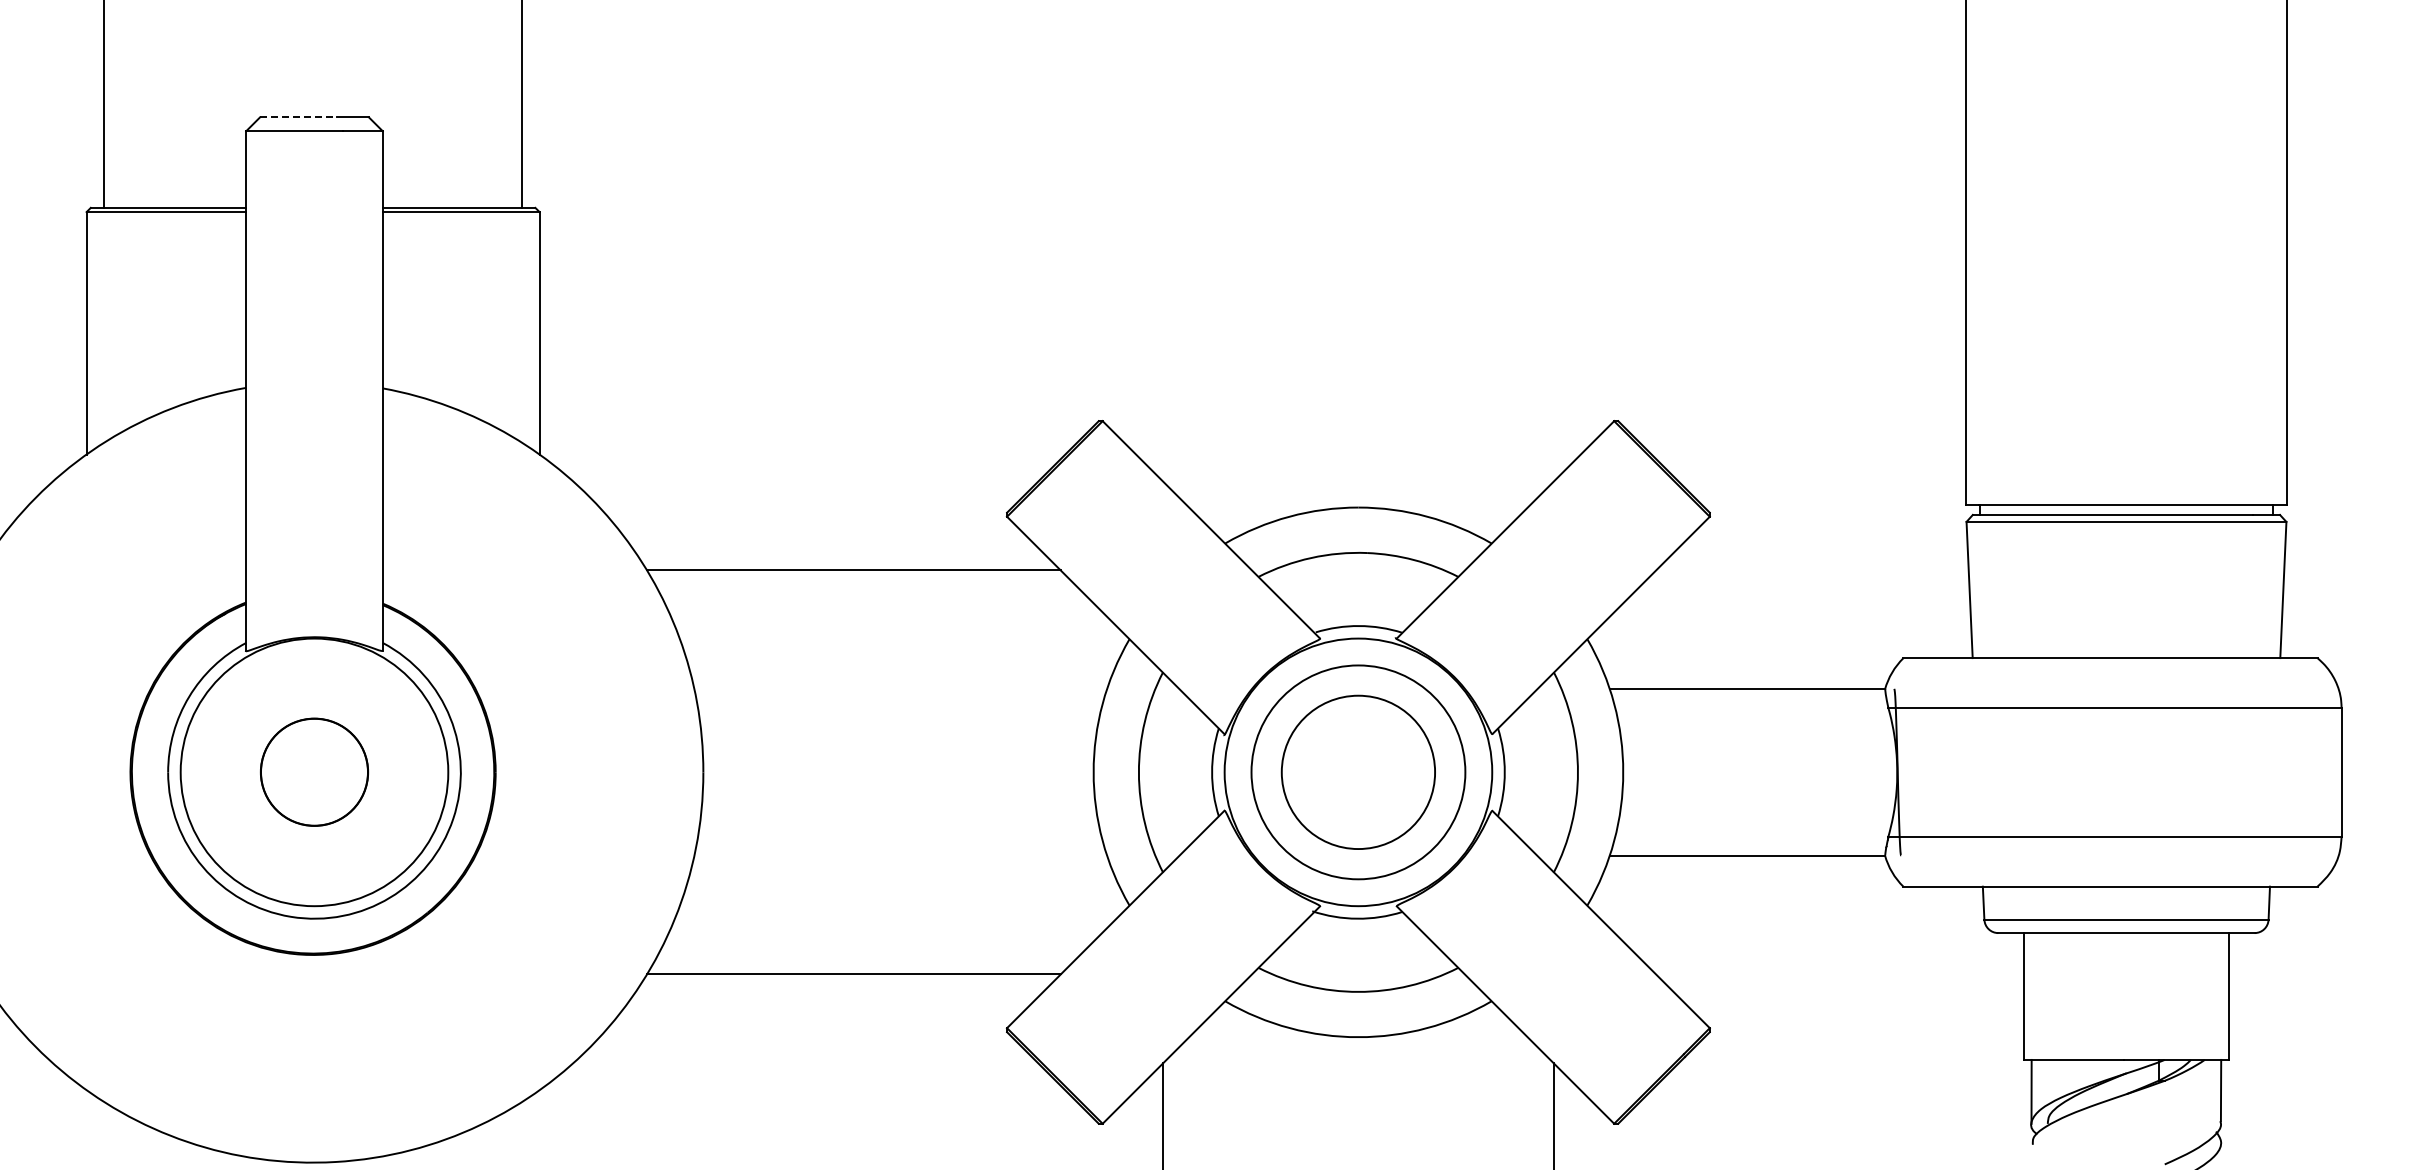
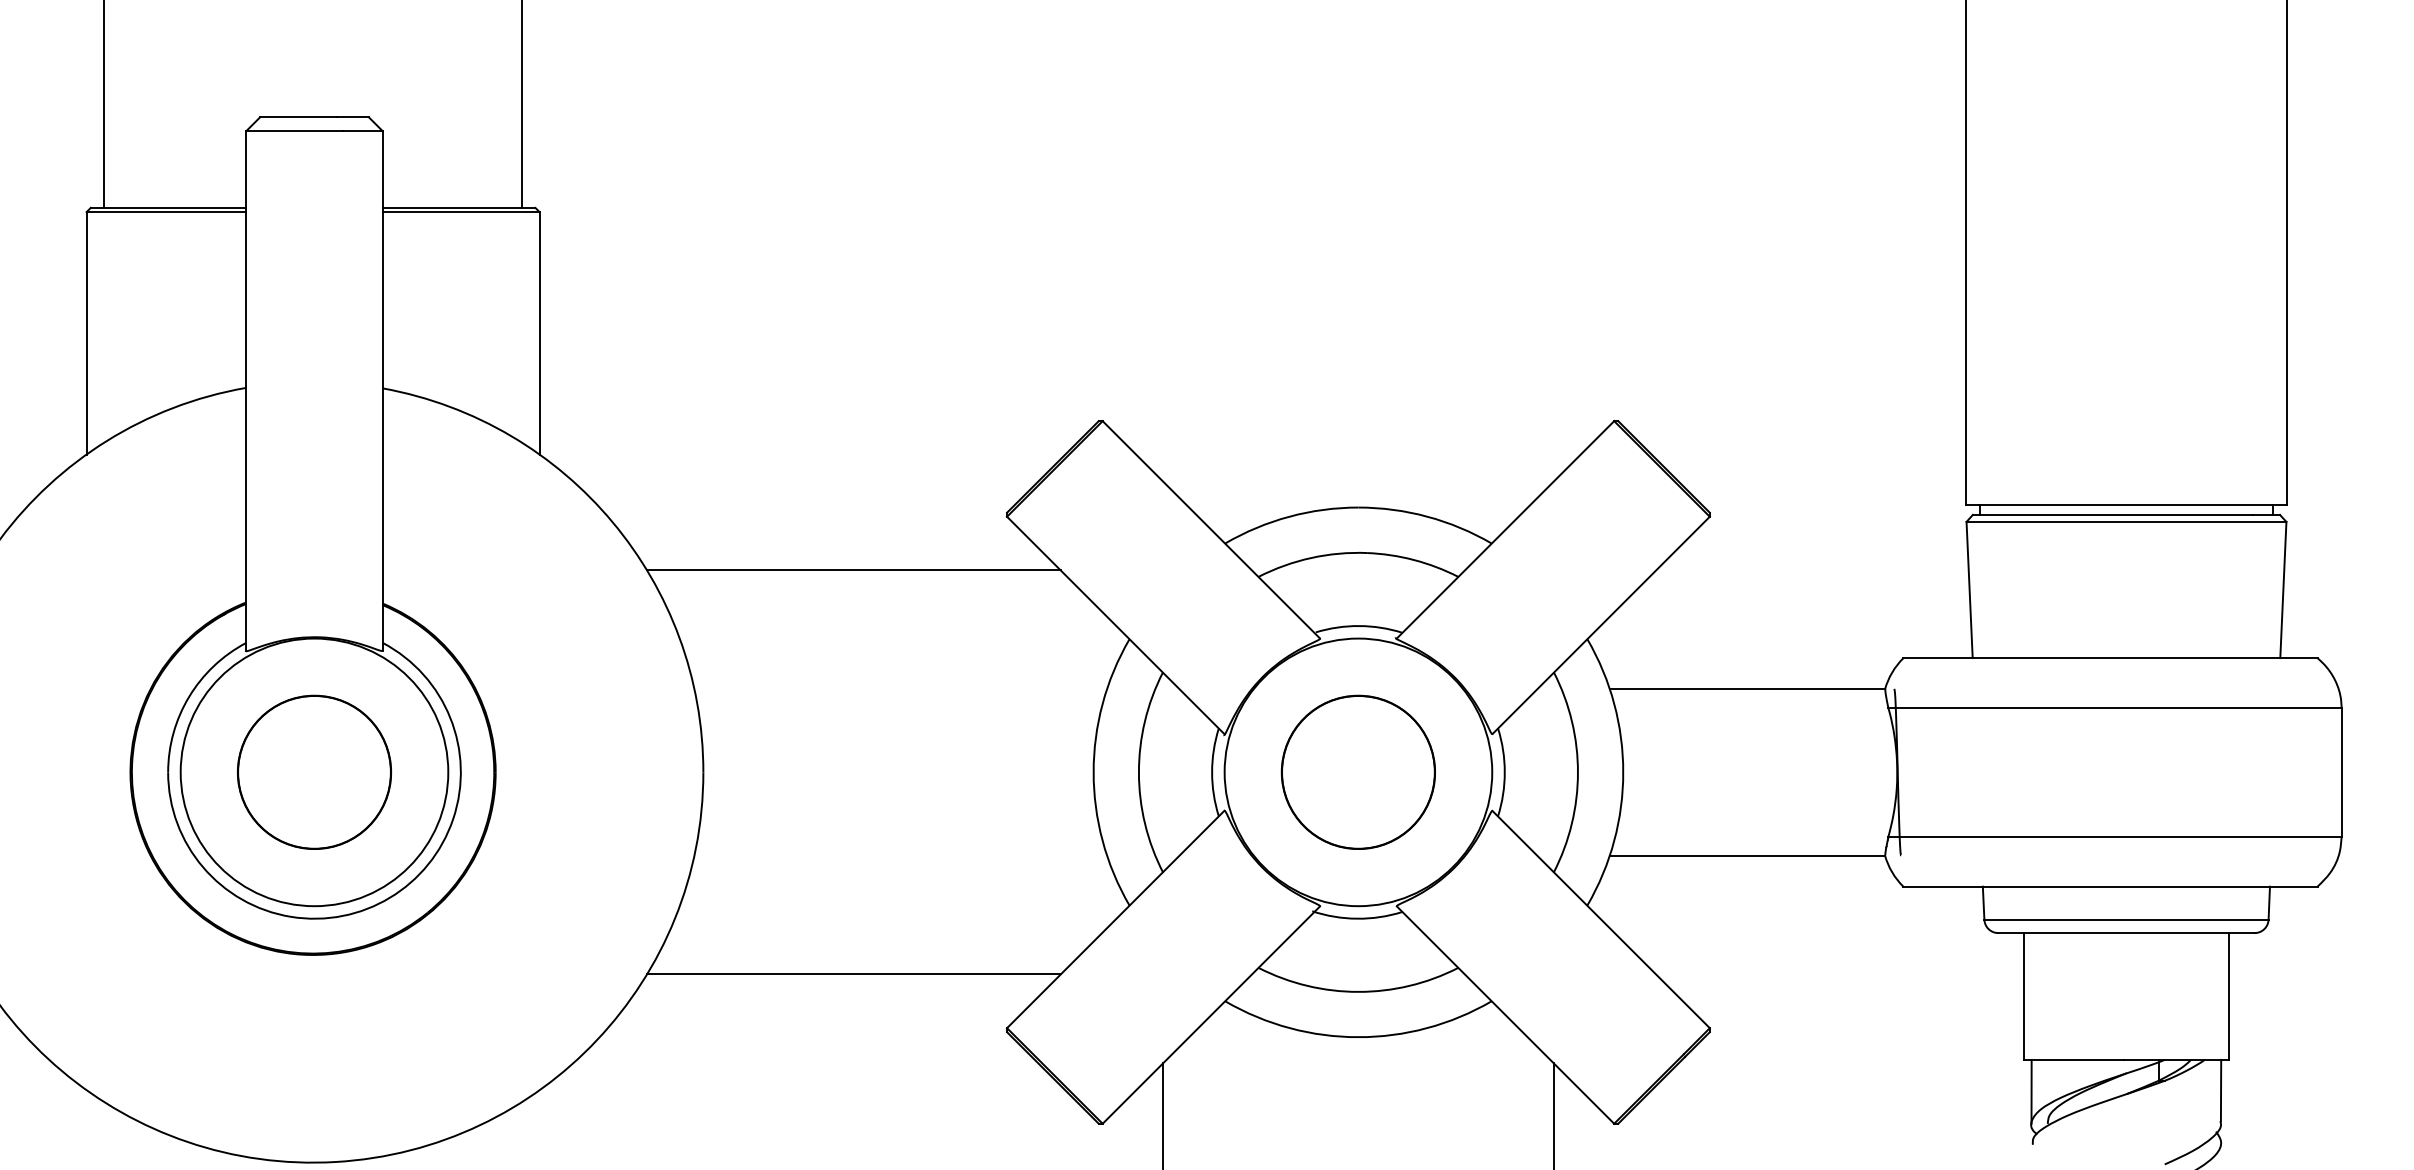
line at (299, 117): dashed -> solid
circle at (314, 771) size: 109x110 px -> 155x156 px
circle at (1358, 772) diameter: 214 px -> 153 px
